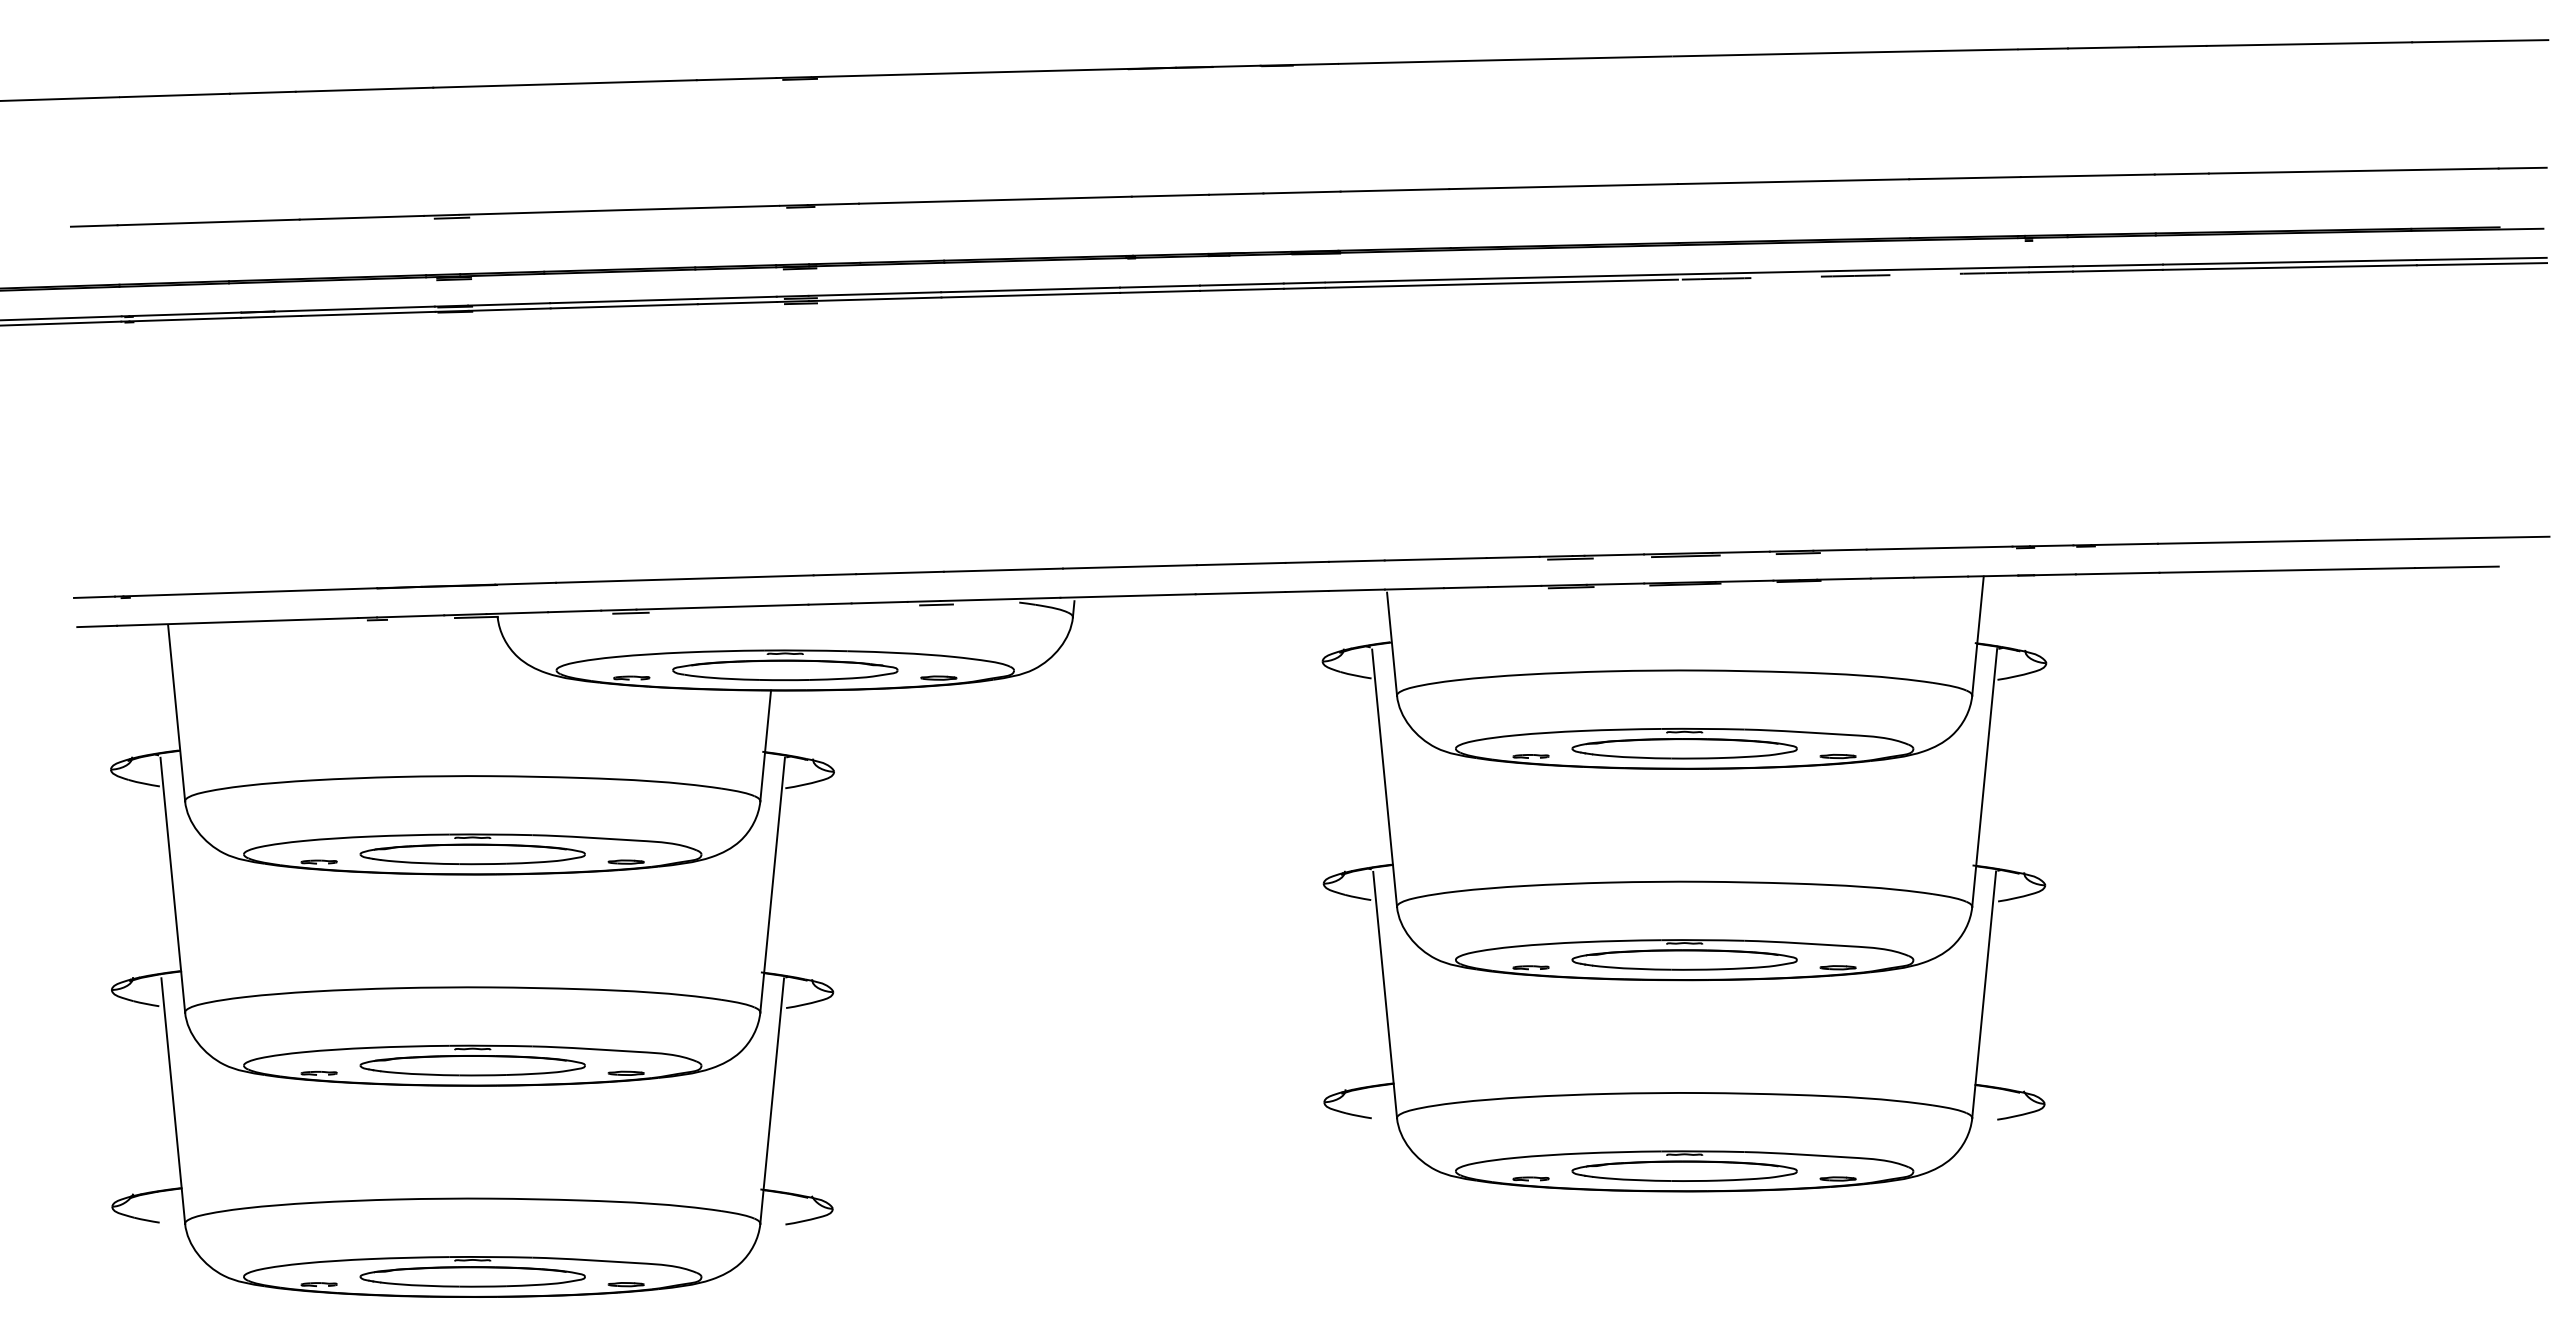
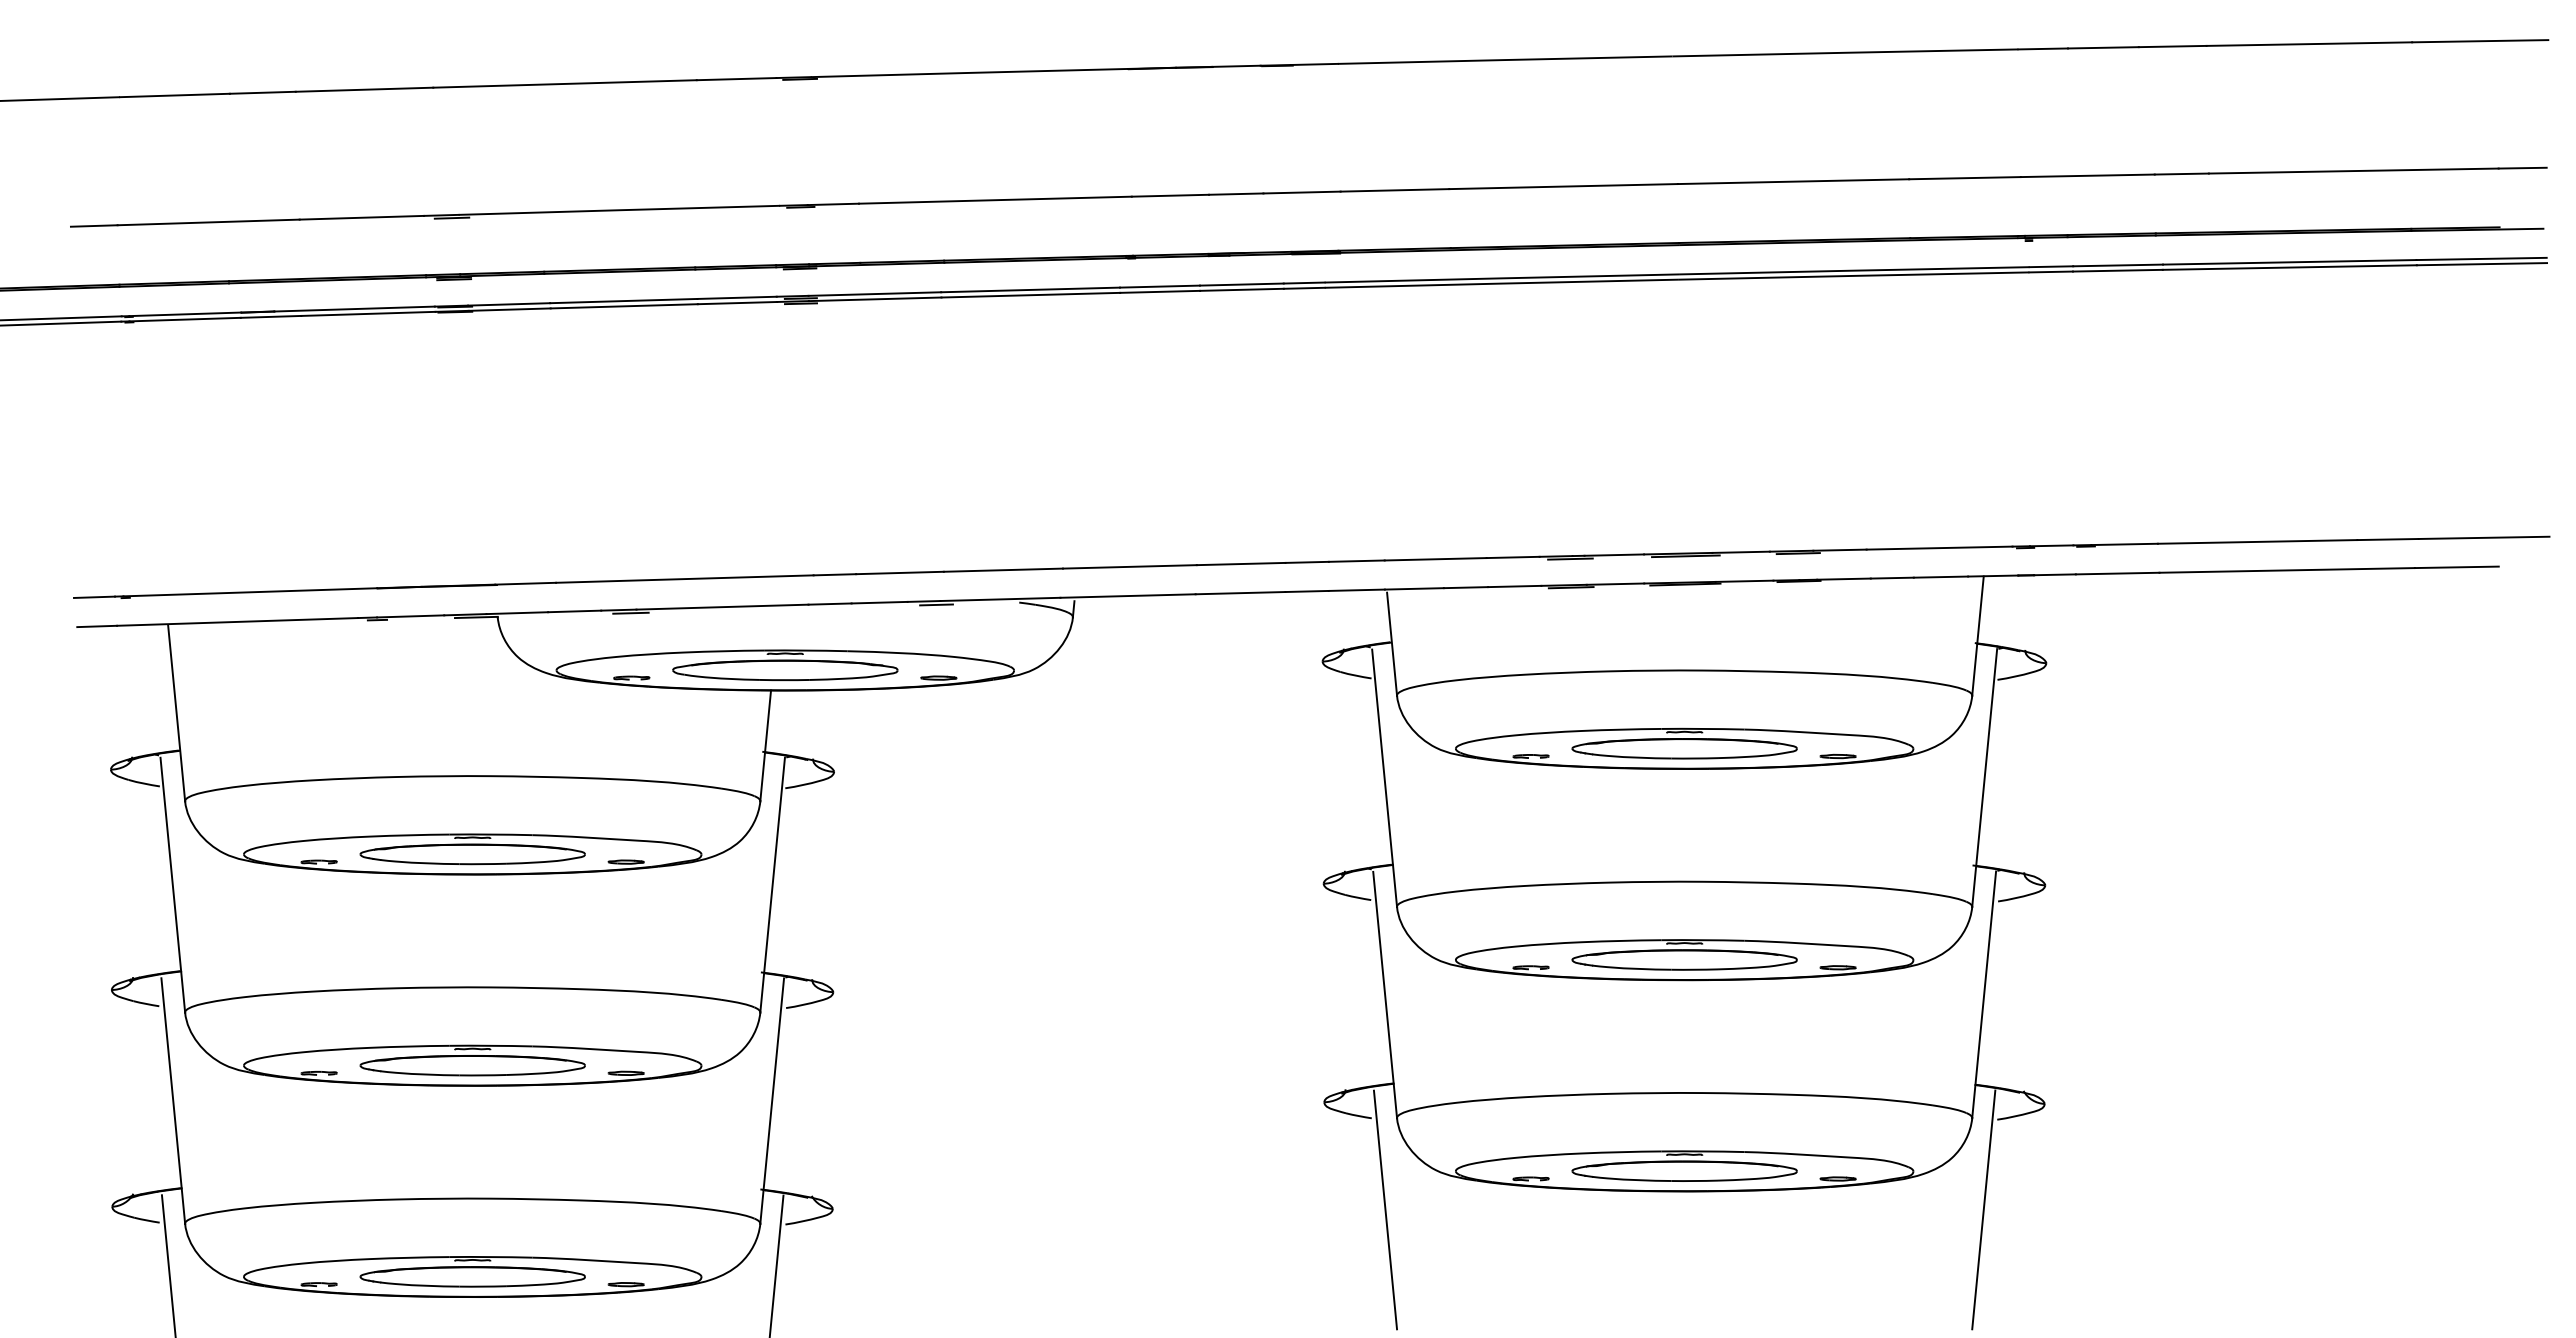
arc at (1854, 275): dashed -> solid
line at (1385, 1209): none -> present
line at (1983, 1209): none -> present
line at (168, 1264): none -> present
line at (776, 1264): none -> present
